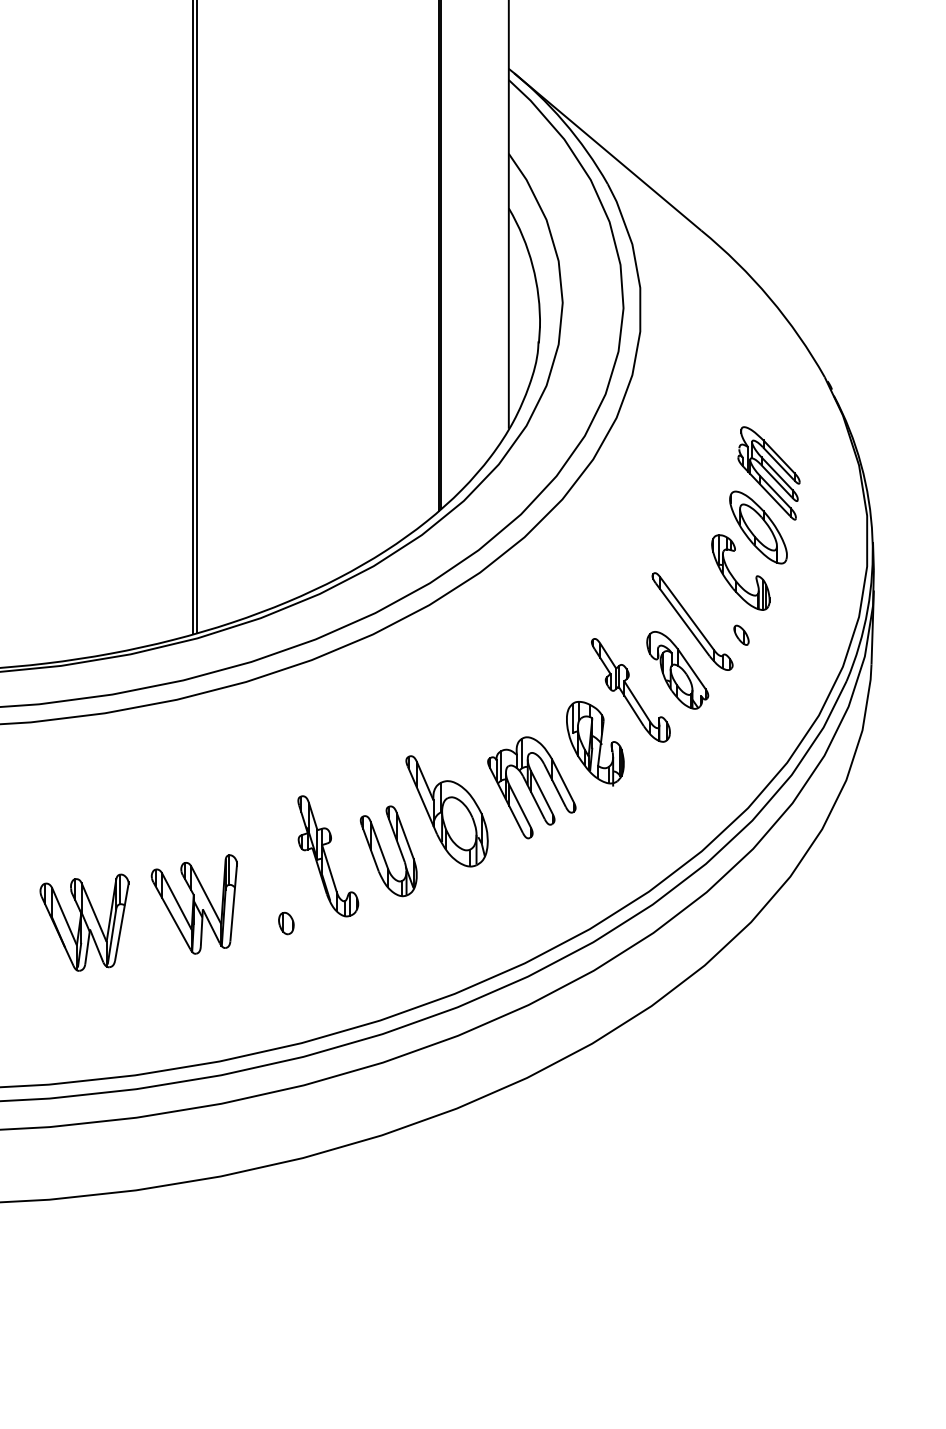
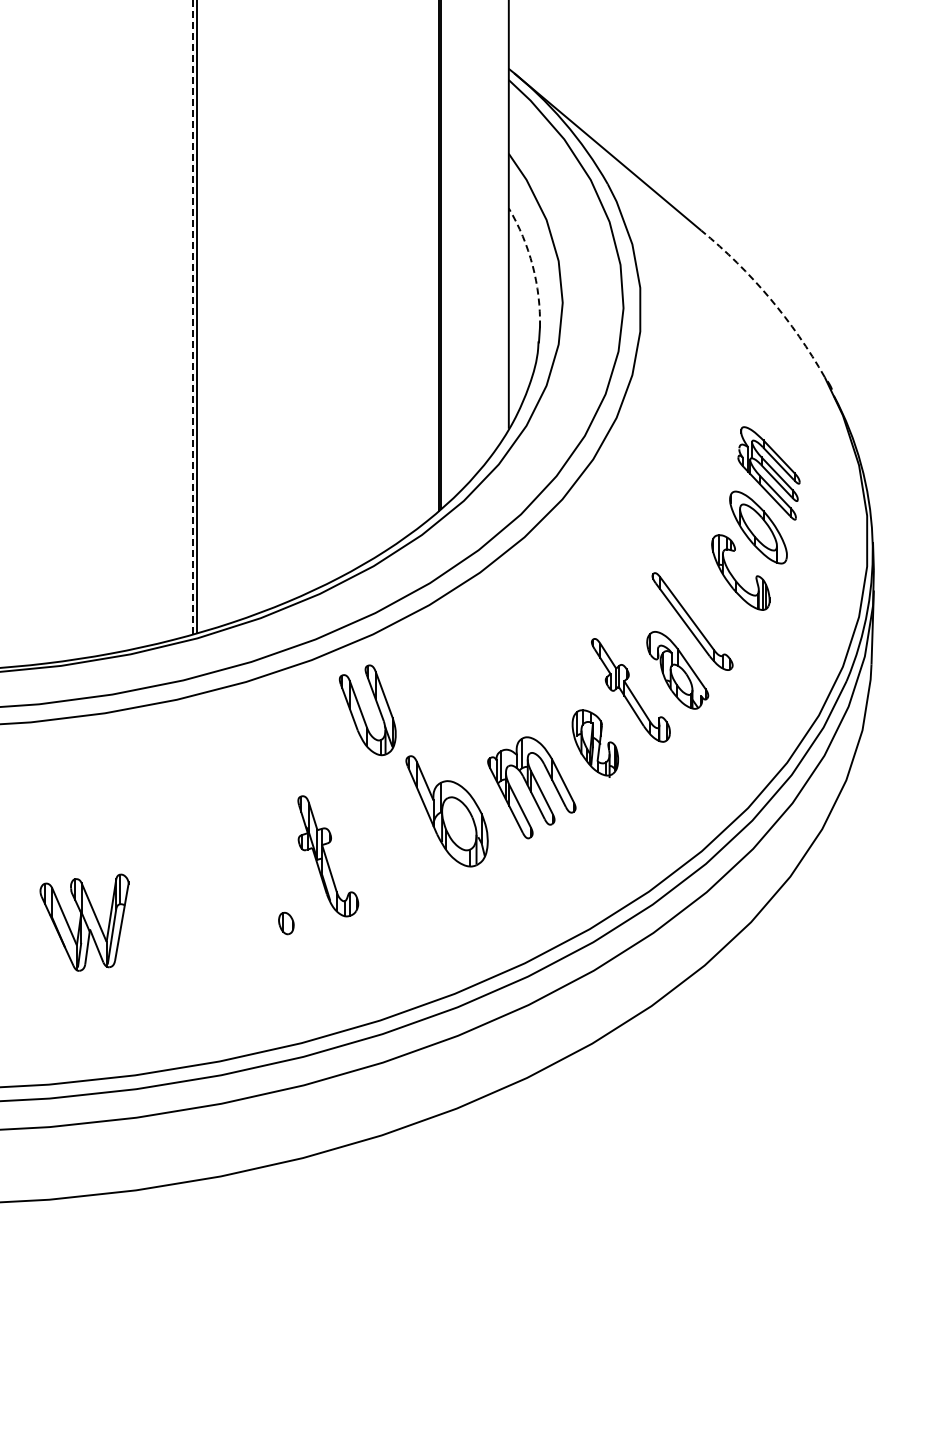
arc at (532, 265): solid -> dashed
arc at (769, 298): solid -> dashed
line at (192, 318): solid -> dashed
part at (741, 634): present -> none
part at (595, 743) size: 59x86 px -> 48x69 px
part at (388, 851) position: (388, 851) -> (367, 710)
part at (193, 904): present -> none
